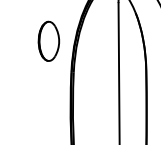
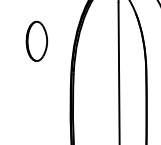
part at (48, 40) position: (48, 40) -> (36, 40)
